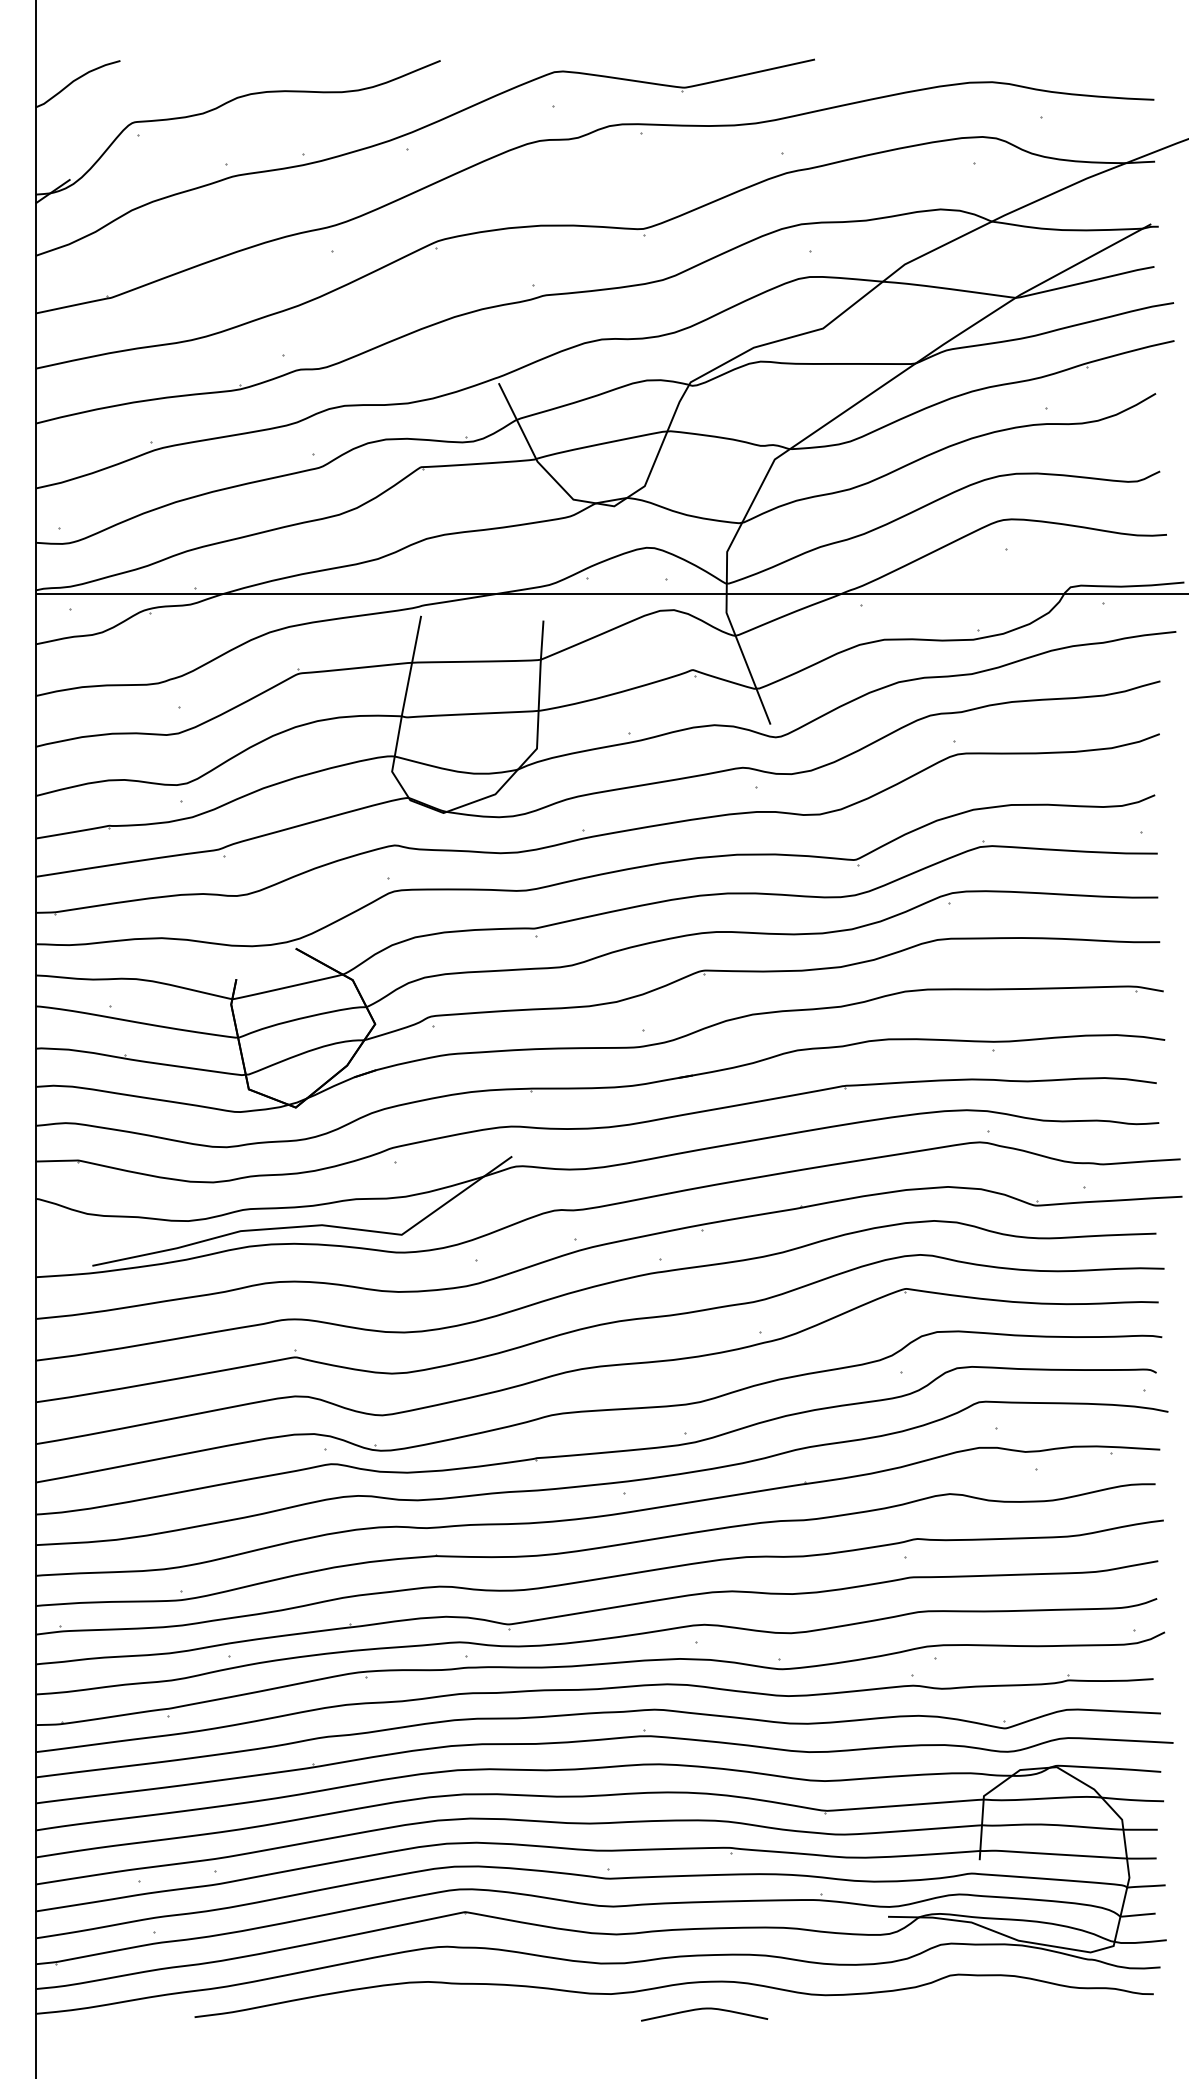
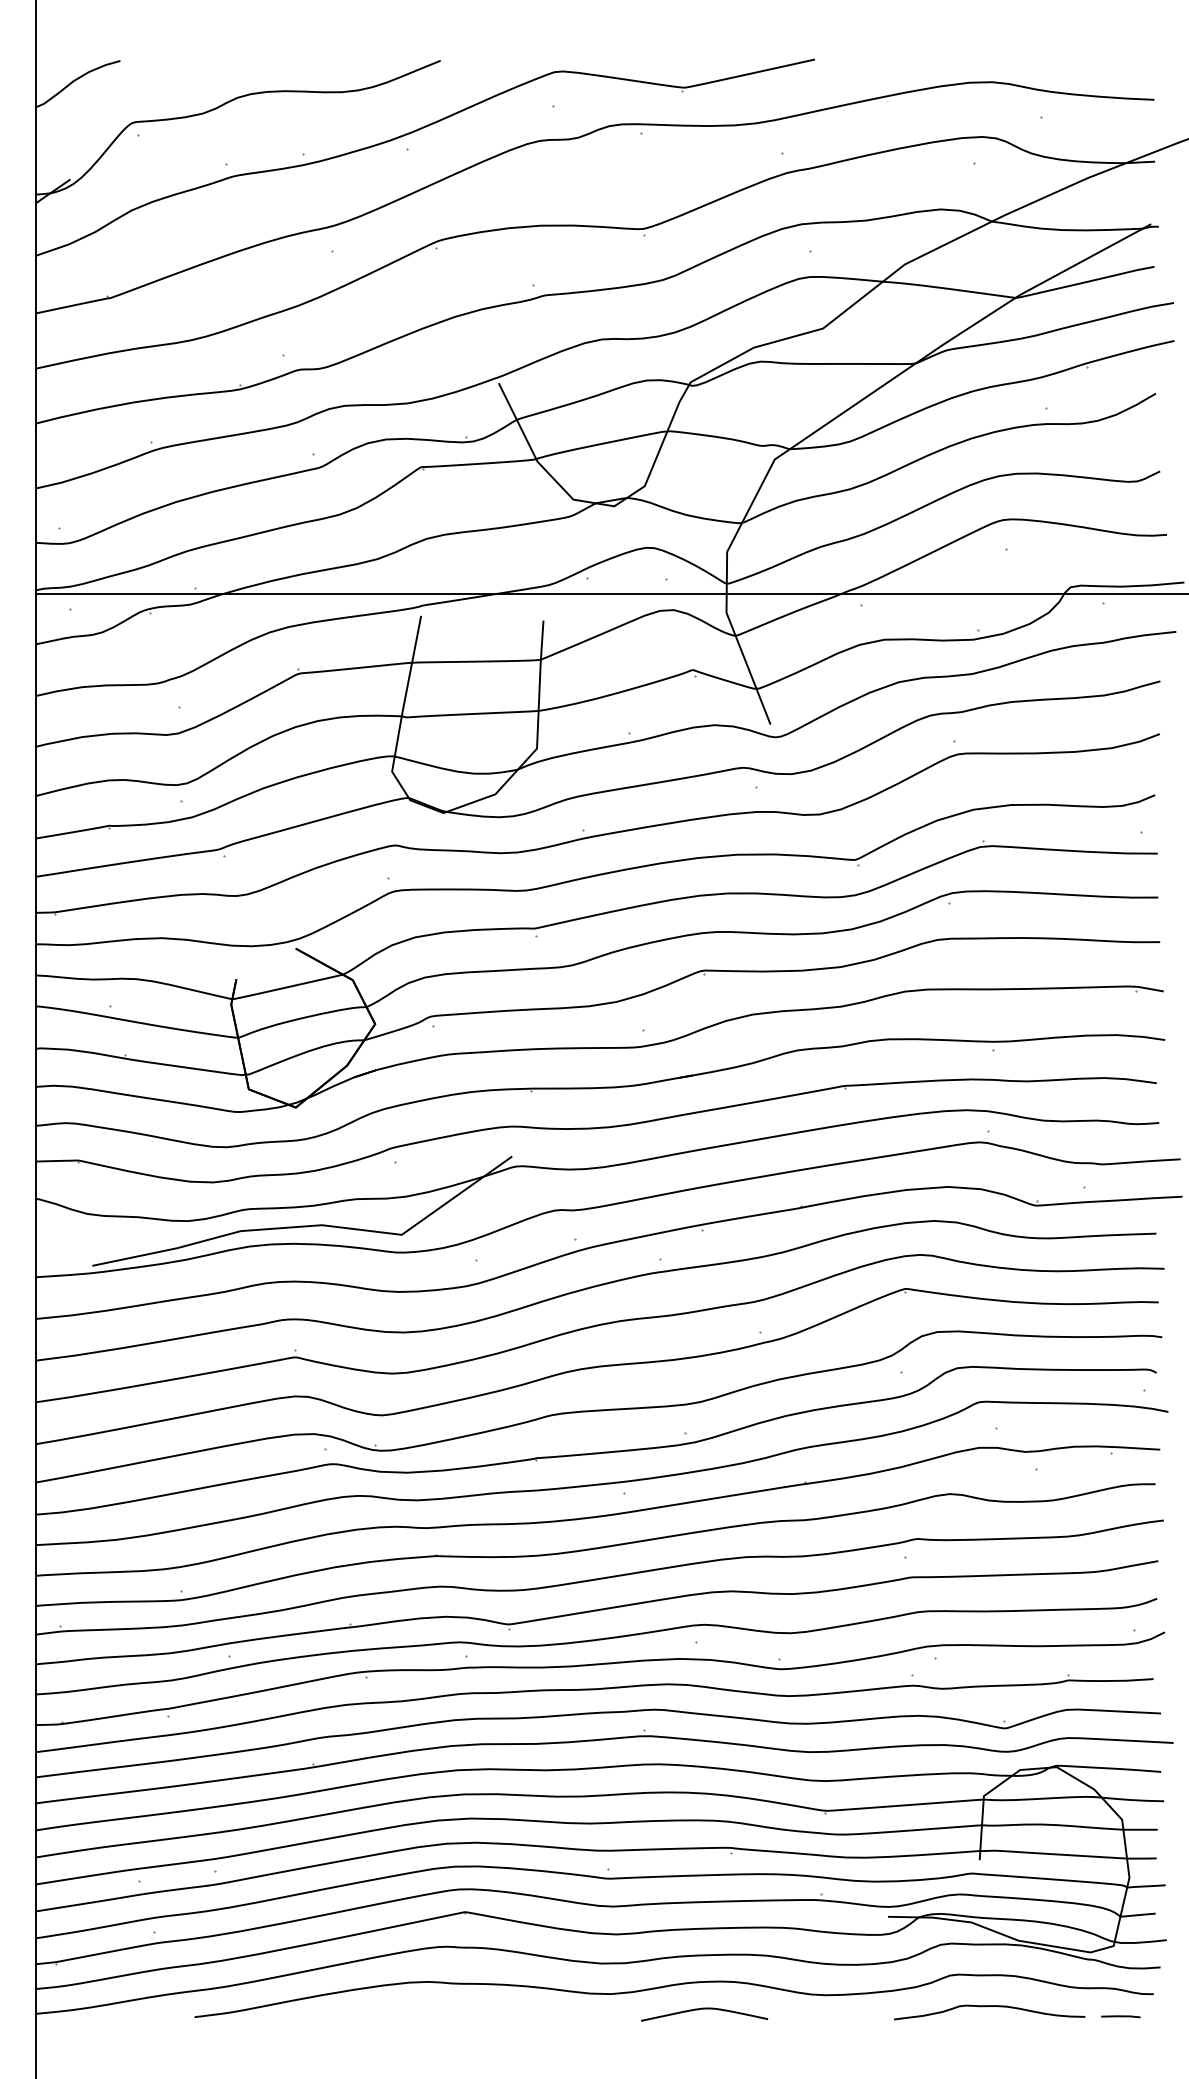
curve at (989, 2006): none -> present
line at (1120, 2016): none -> present
